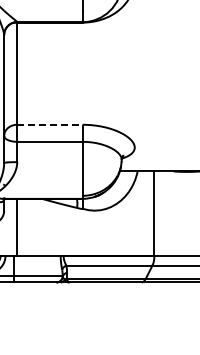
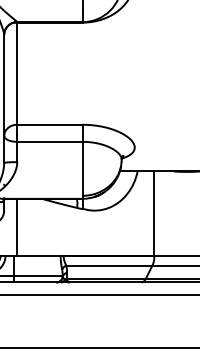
line at (49, 124): dashed -> solid
line at (99, 295): none -> present
line at (99, 347): none -> present
